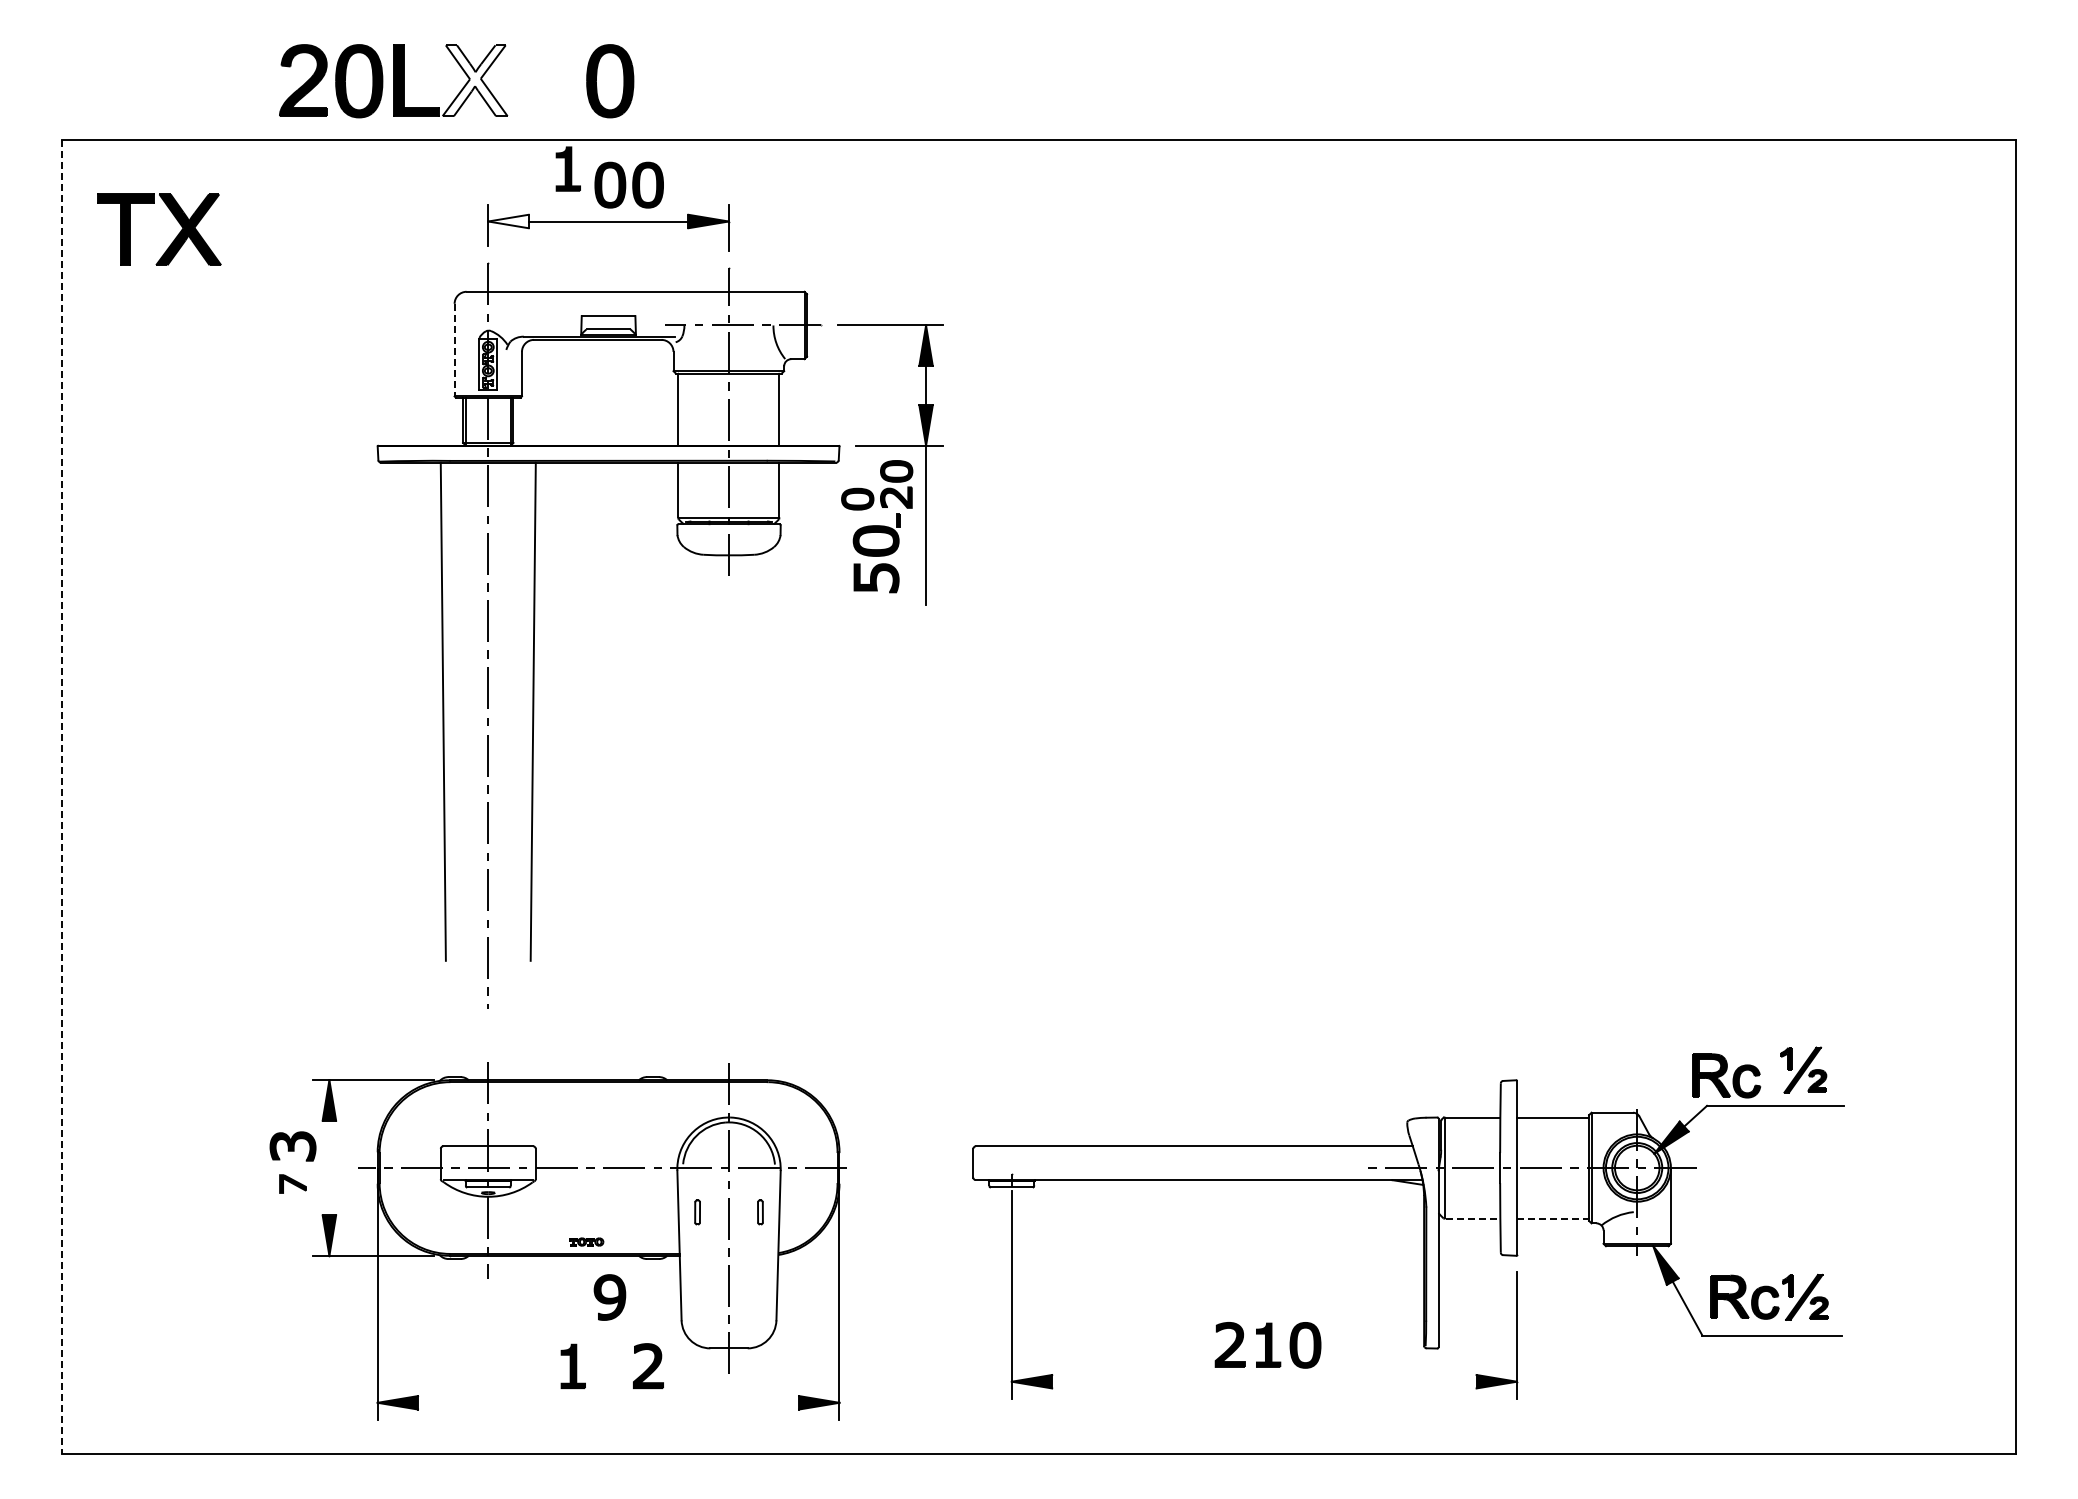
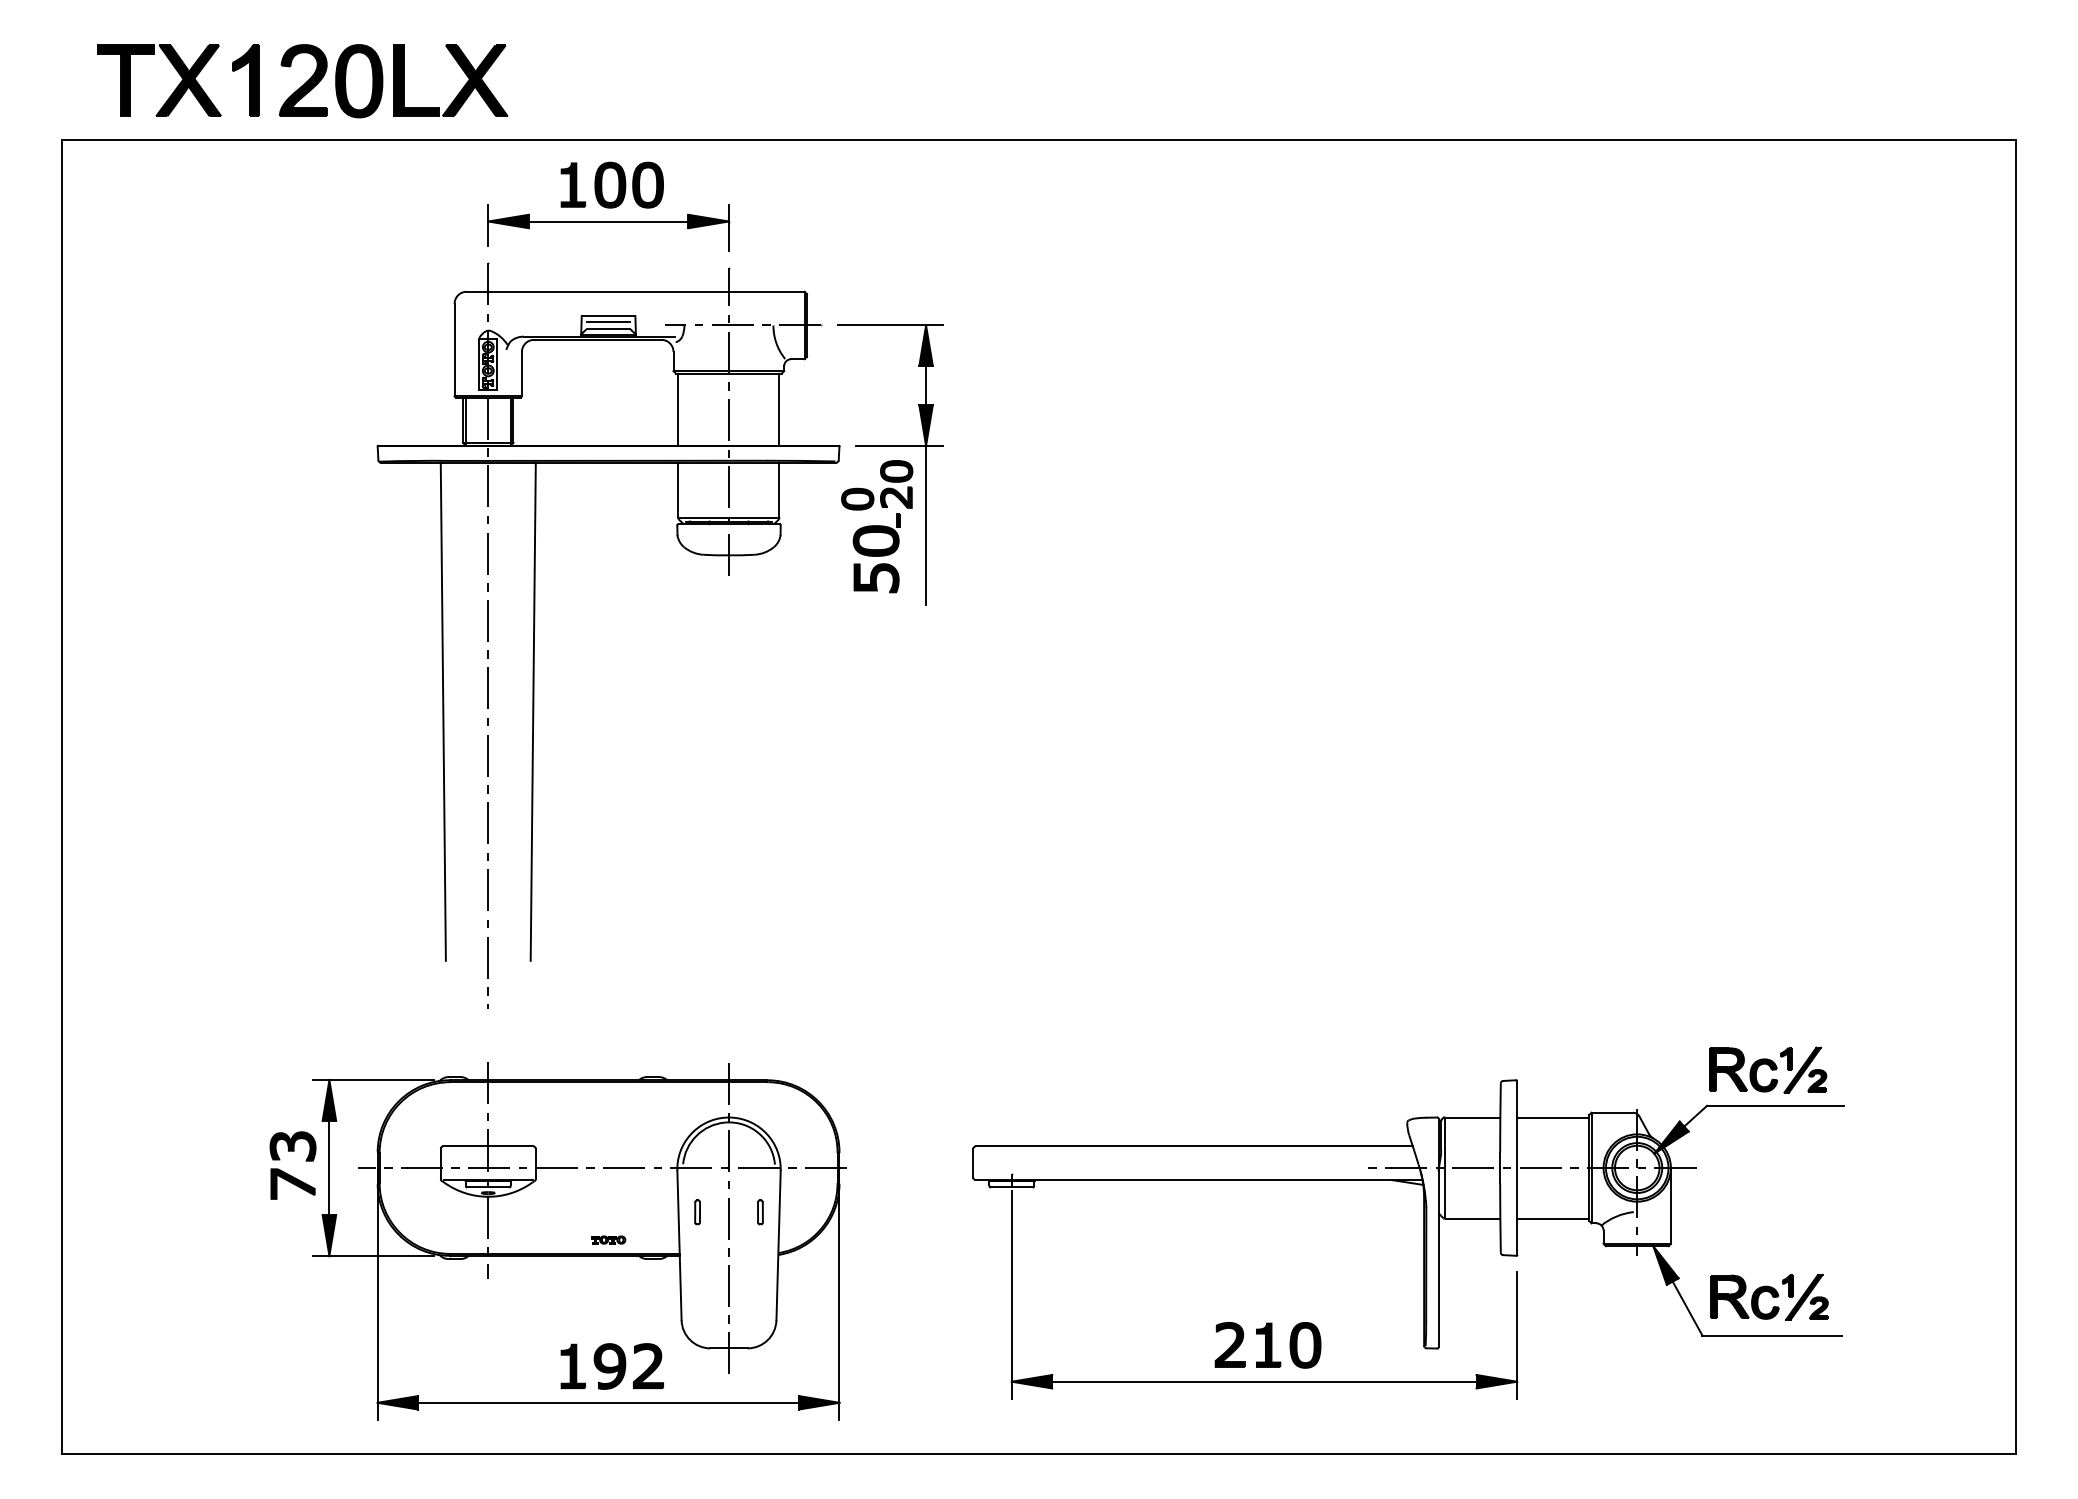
part at (245, 80): none -> present
fill at (474, 80): none -> present
part at (610, 81): present -> none
part at (567, 168) position: (567, 168) -> (572, 184)
fill at (508, 221): none -> present
part at (174, 238) position: (174, 238) -> (174, 89)
line at (608, 321): none -> present
line at (454, 350): dashed -> solid
line at (62, 797): dashed -> solid
part at (1726, 1075) position: (1726, 1075) -> (1743, 1069)
line at (329, 1167): none -> present
part at (292, 1183) size: 28x20 px -> 46x32 px
line at (1473, 1218): dashed -> solid
line at (1552, 1218): dashed -> solid
part at (586, 1241) position: (586, 1241) -> (608, 1239)
part at (609, 1297) position: (609, 1297) -> (609, 1366)
line at (1264, 1381): none -> present
line at (608, 1402): none -> present
